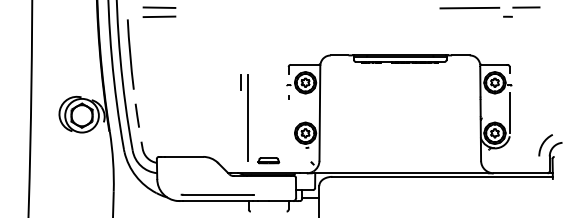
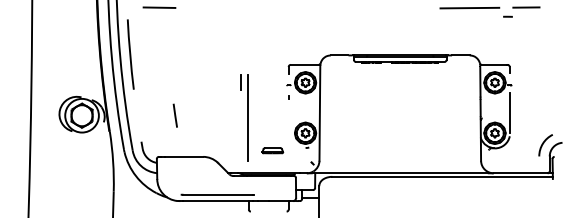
line at (159, 16): present -> none
line at (136, 115) position: (136, 115) -> (174, 115)
part at (268, 160) position: (268, 160) -> (272, 150)
